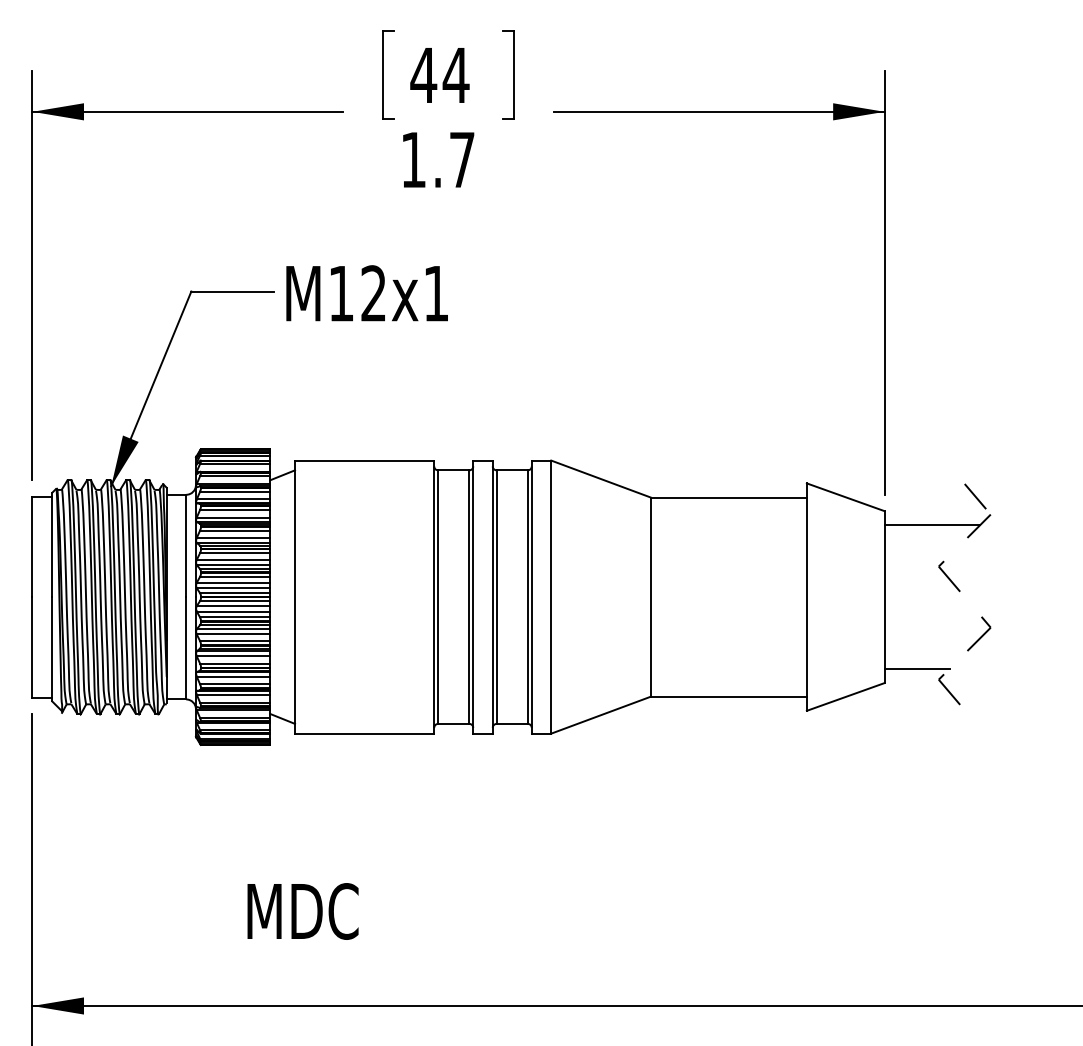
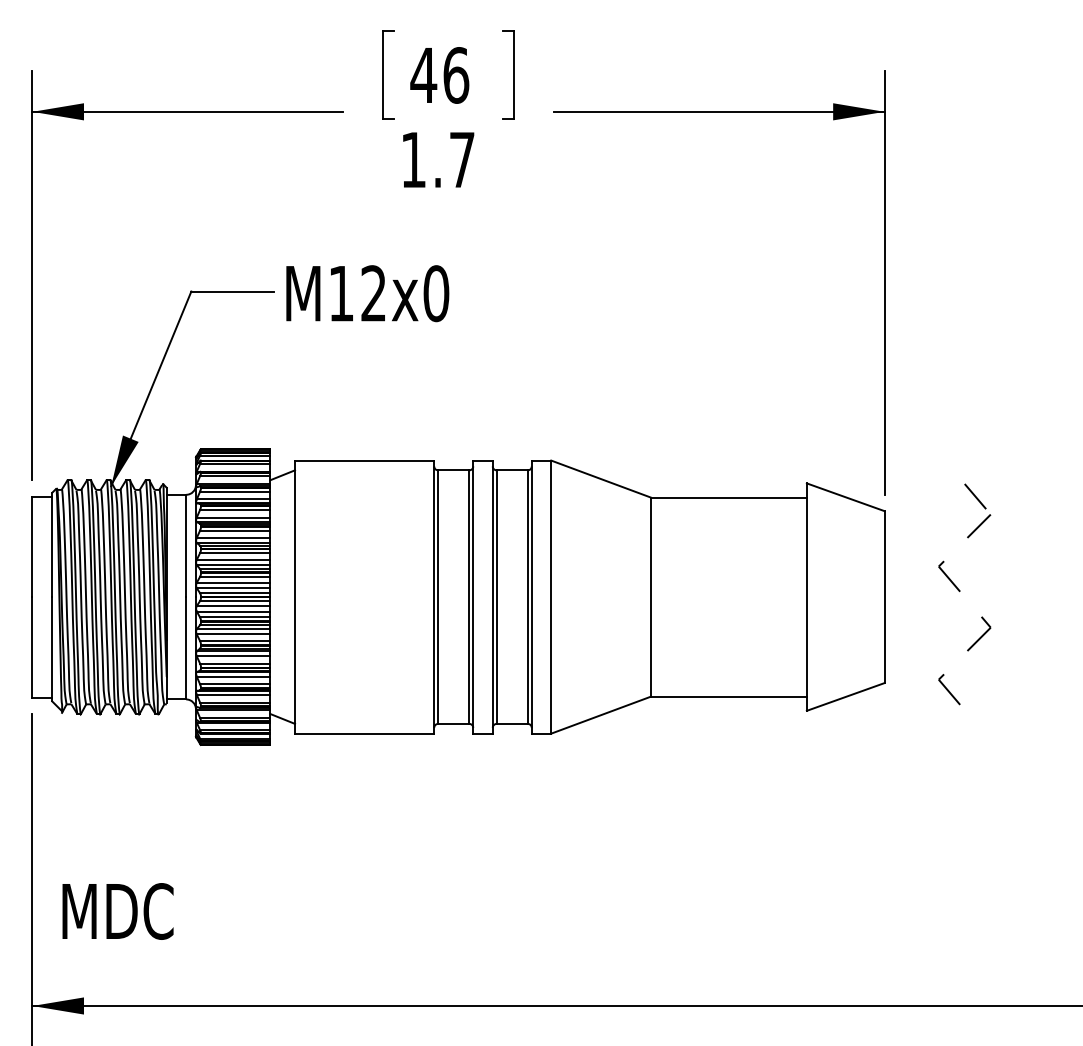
text at (455, 75): 44 -> 46
text at (436, 293): M12x1 -> M12x0
line at (932, 525): present -> none
line at (916, 668): present -> none
text at (302, 911) position: (302, 911) -> (117, 911)
